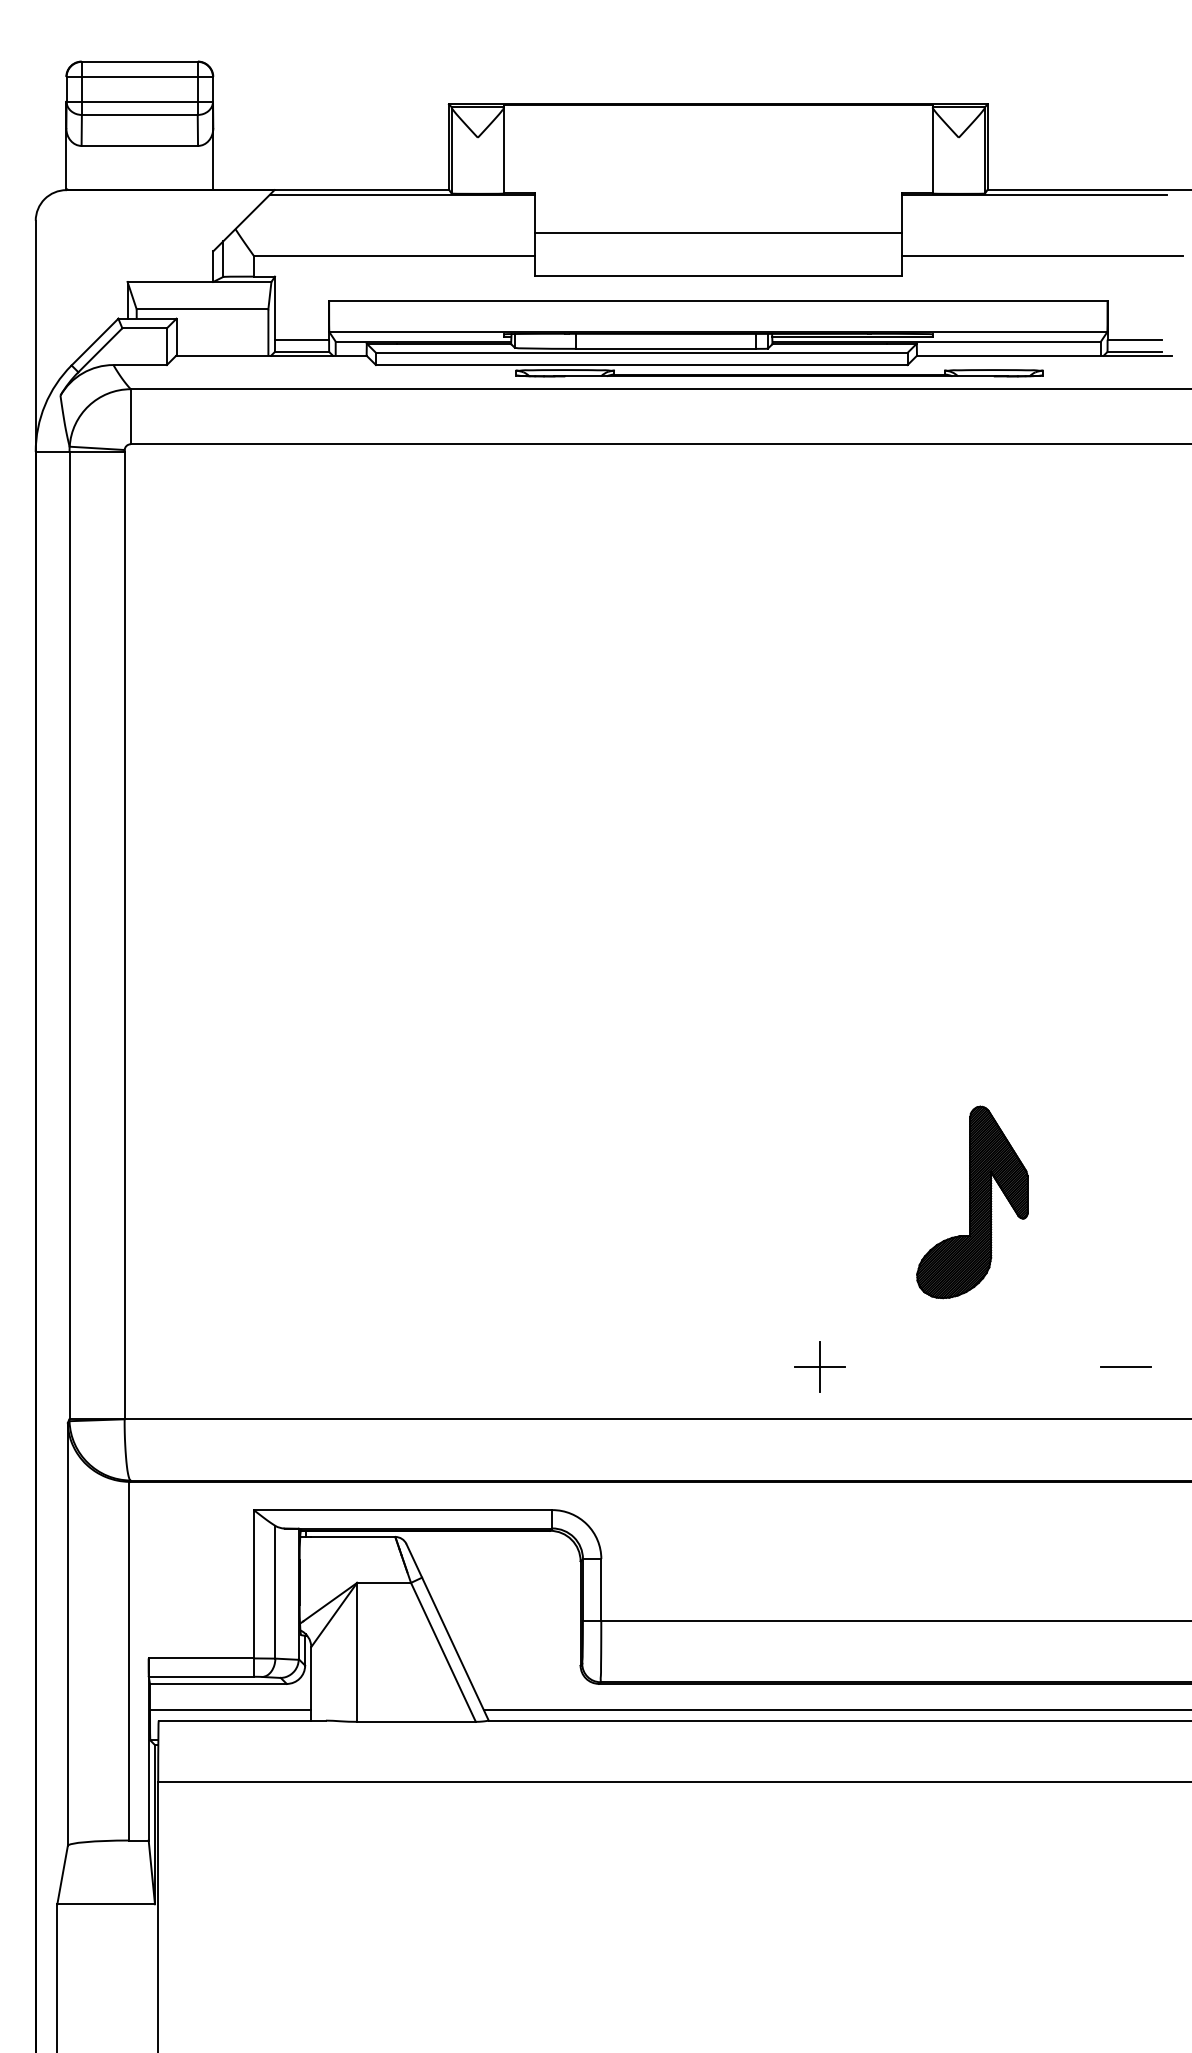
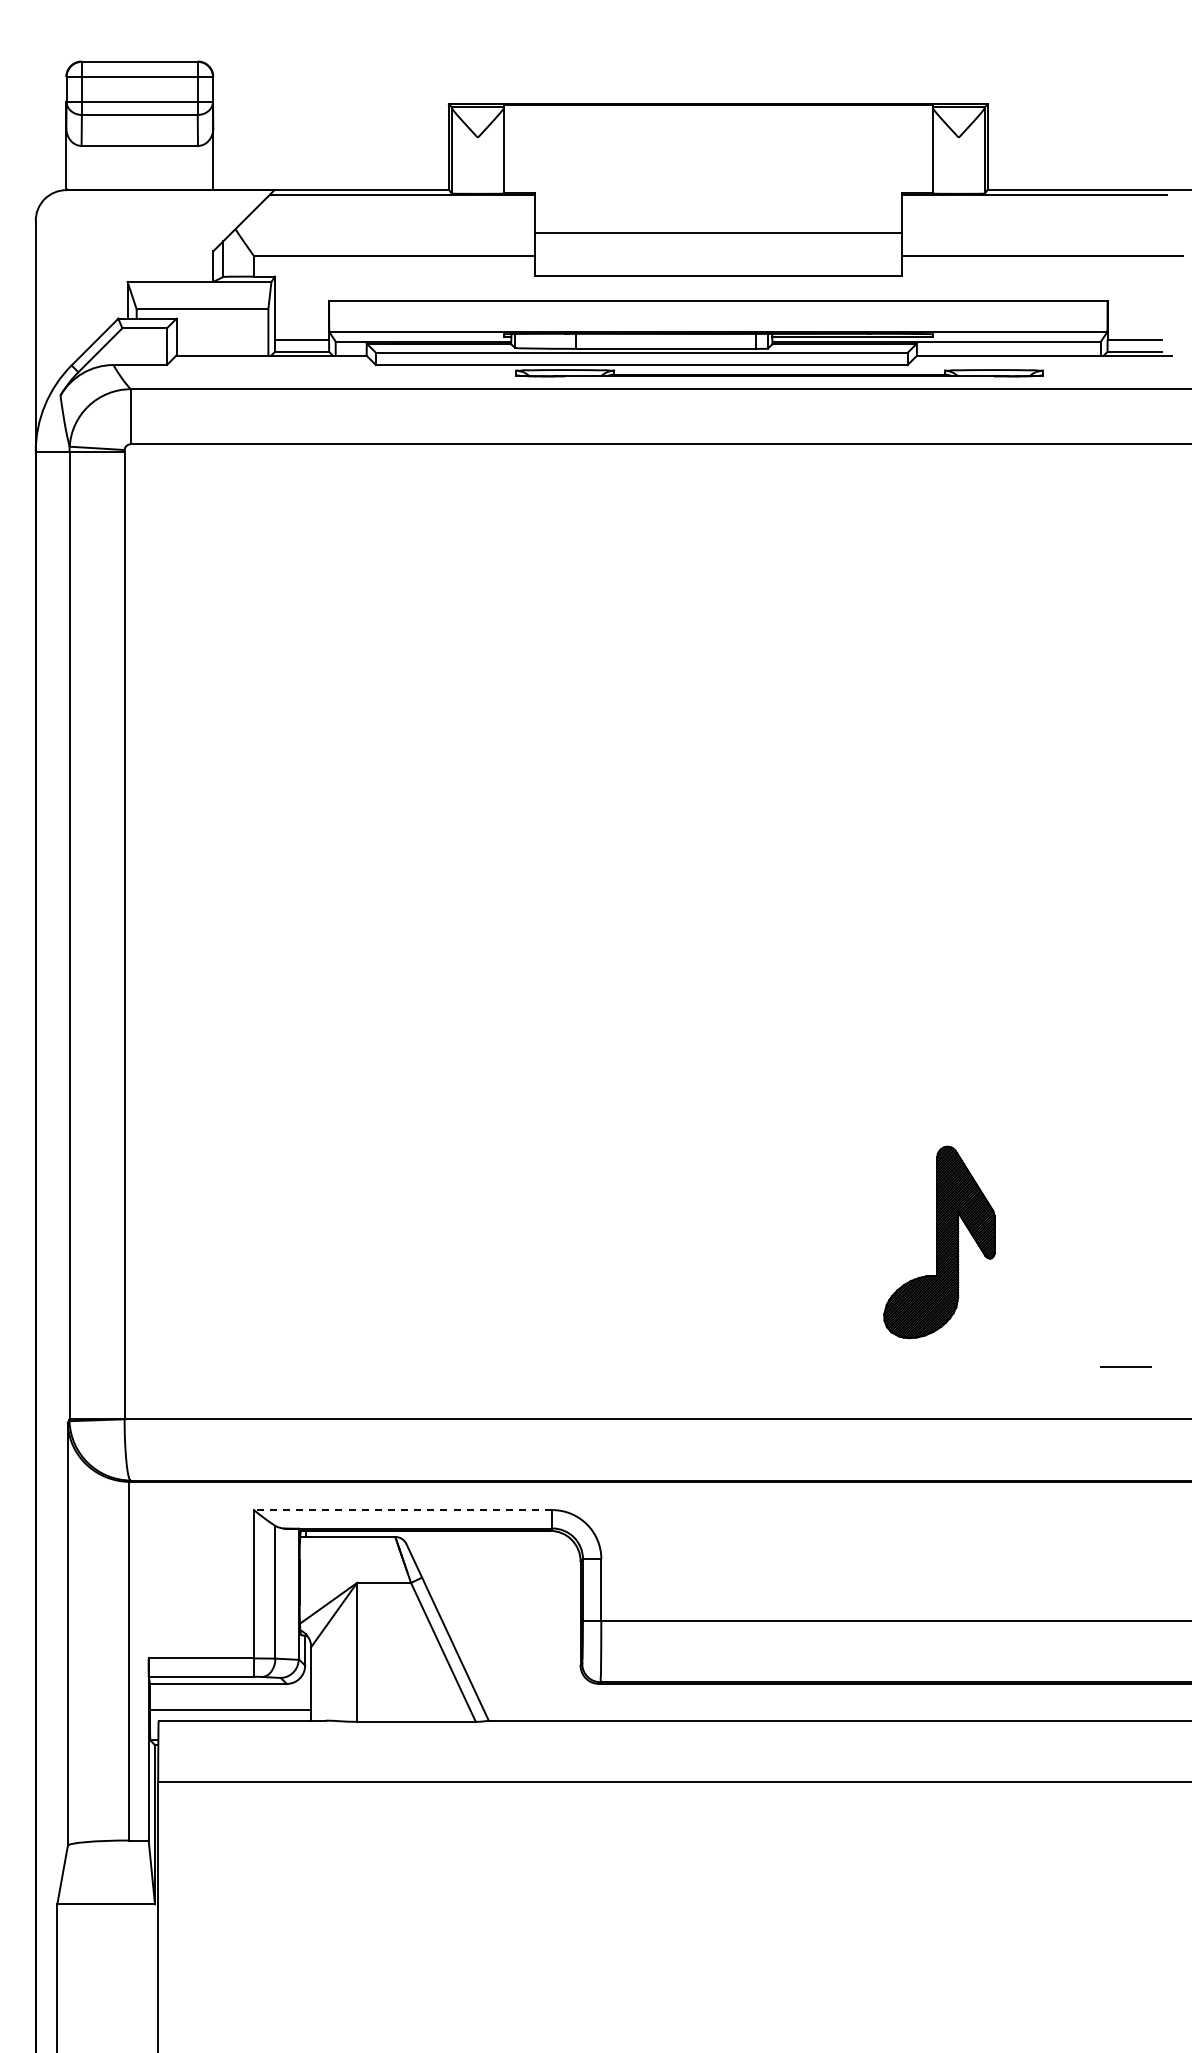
part at (972, 1202) position: (972, 1202) -> (939, 1242)
part at (819, 1366): present -> none
line at (402, 1510): solid -> dashed
line at (835, 1709): present -> none
